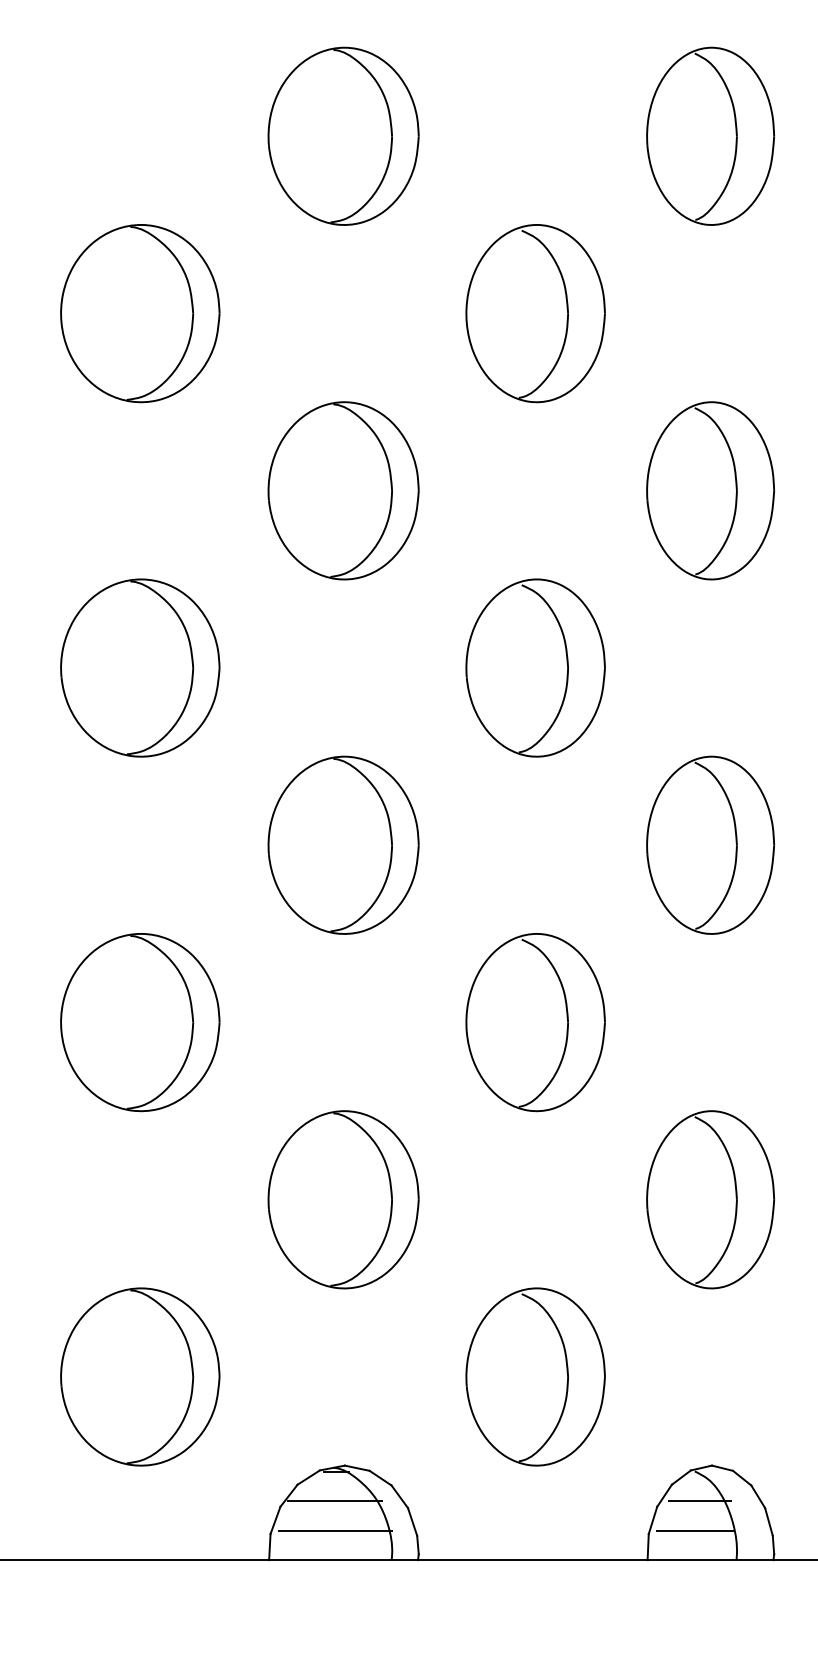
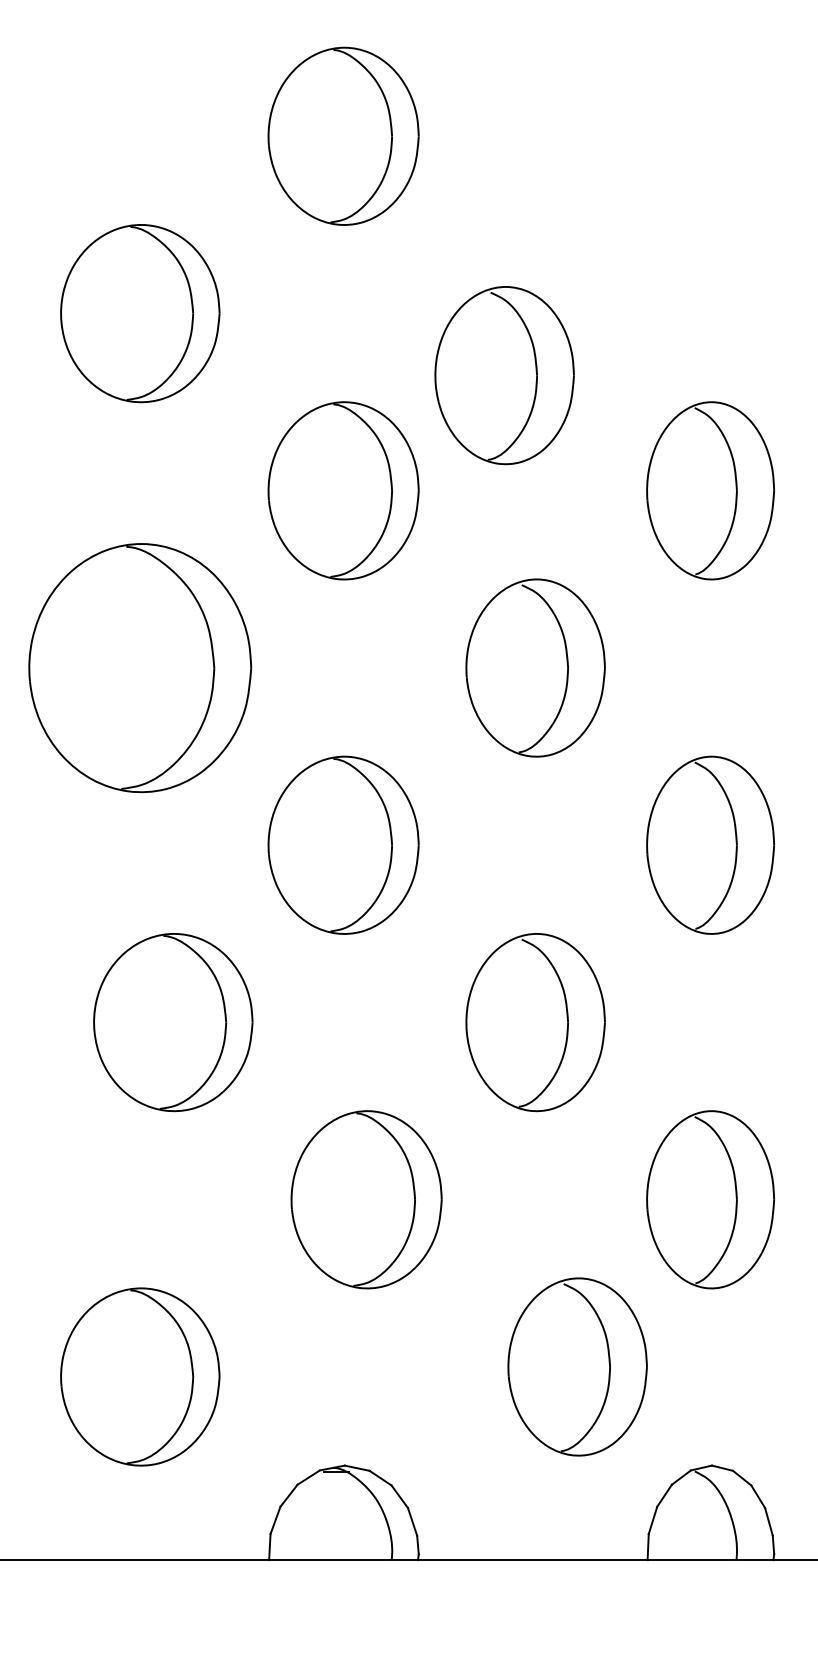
part at (710, 135): present -> none
part at (535, 313) position: (535, 313) -> (504, 375)
part at (140, 667) size: 161x180 px -> 225x251 px
part at (140, 1022) position: (140, 1022) -> (173, 1022)
part at (343, 1199) position: (343, 1199) -> (366, 1199)
part at (535, 1376) position: (535, 1376) -> (577, 1366)
line at (335, 1501): present -> none
line at (699, 1501): present -> none
line at (334, 1530): present -> none
line at (695, 1530): present -> none
